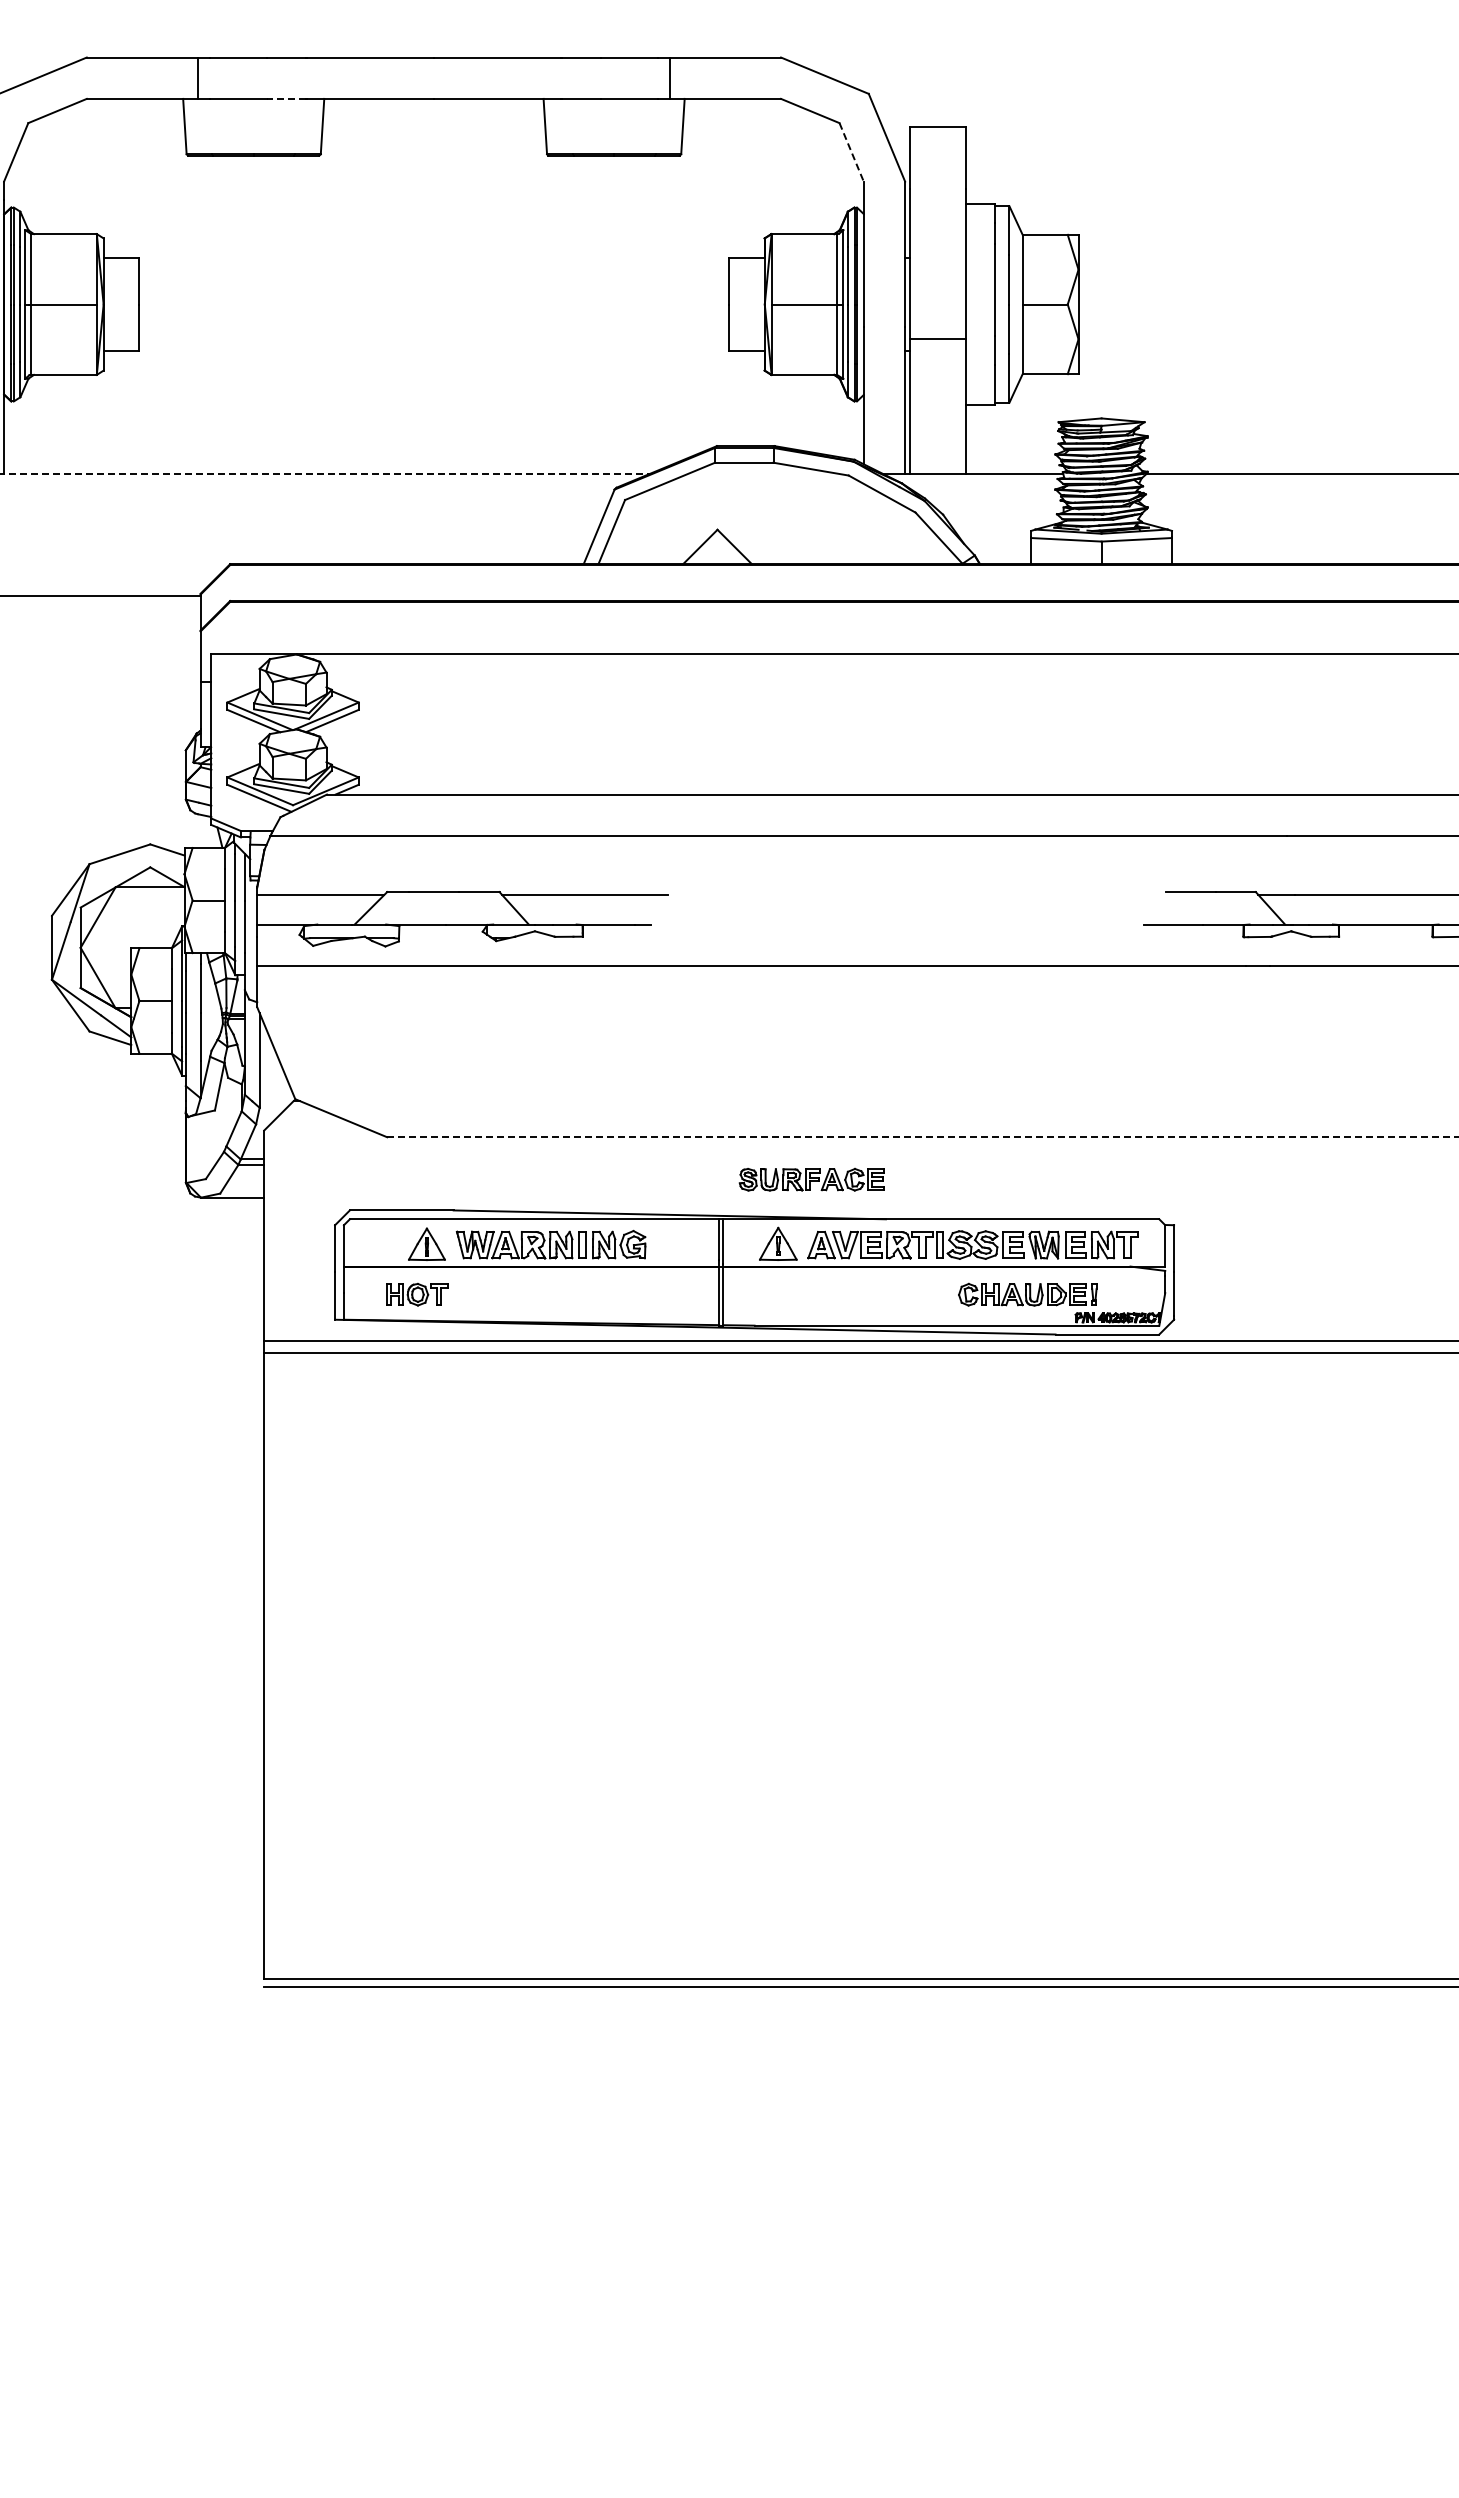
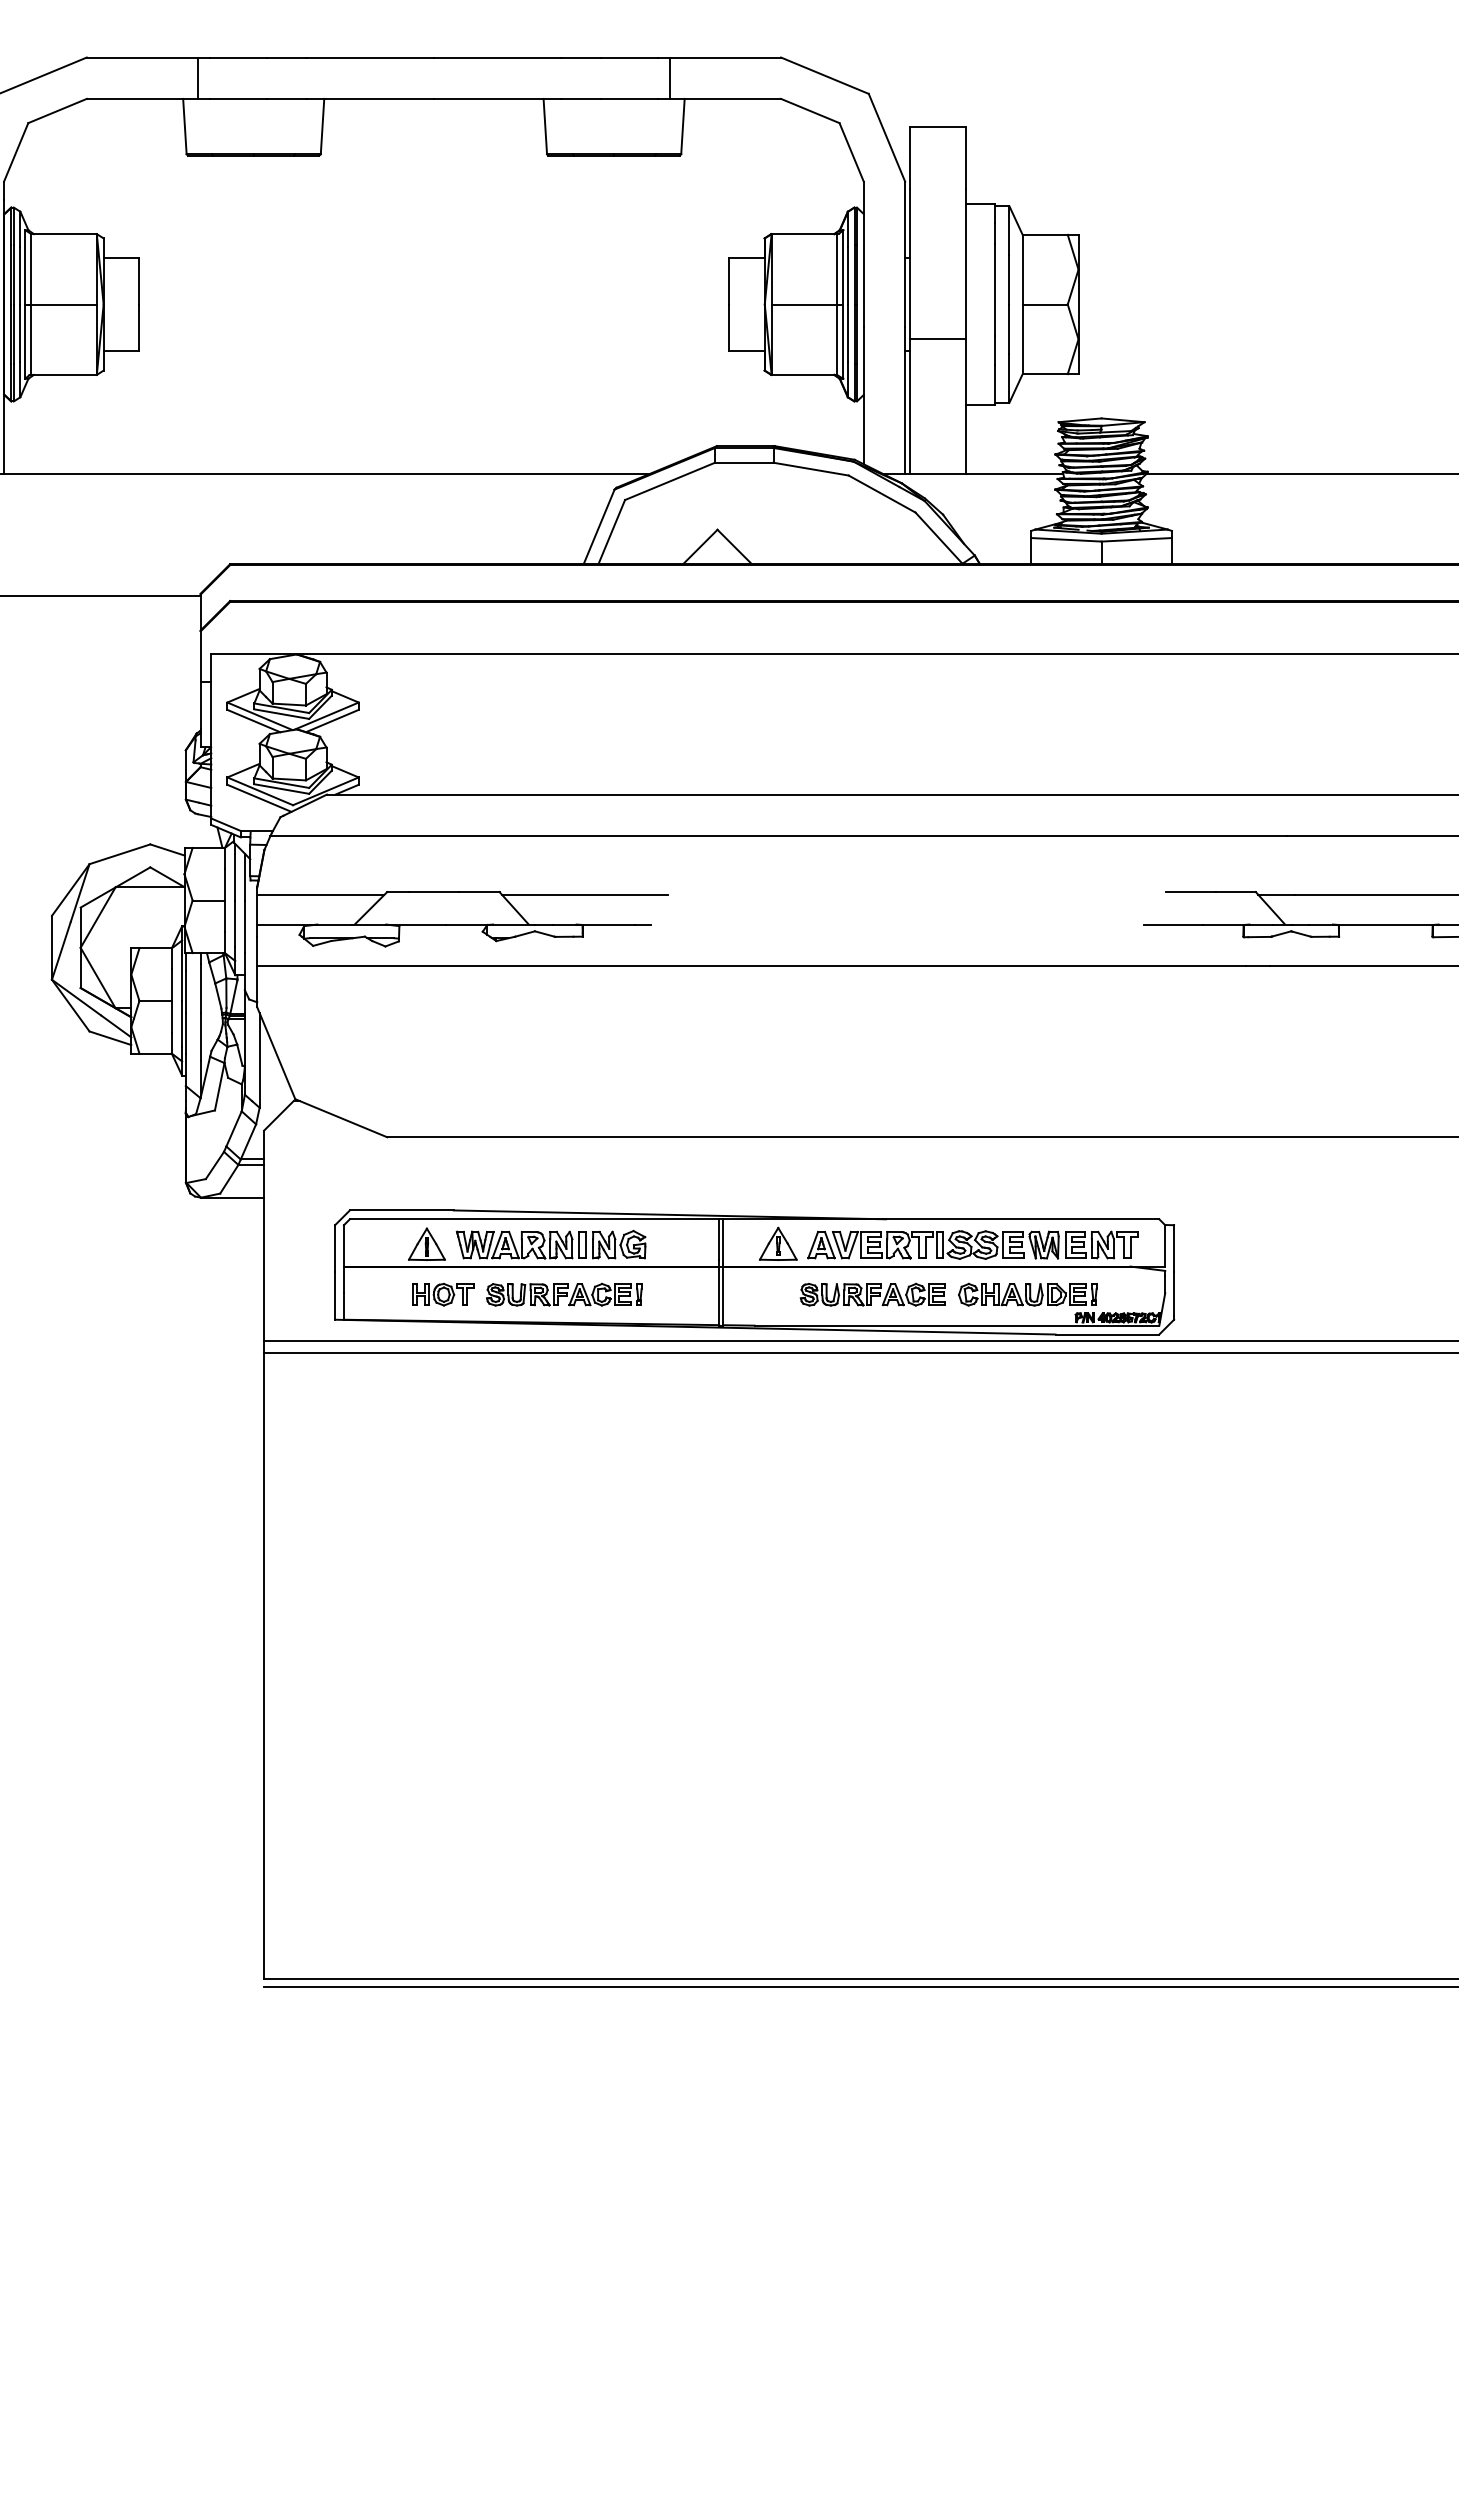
line at (286, 98): dashed -> solid
line at (851, 152): dashed -> solid
line at (325, 473): dashed -> solid
line at (923, 1137): dashed -> solid
part at (811, 1179) position: (811, 1179) -> (872, 1294)
part at (417, 1294) position: (417, 1294) -> (443, 1294)
part at (564, 1294): none -> present
